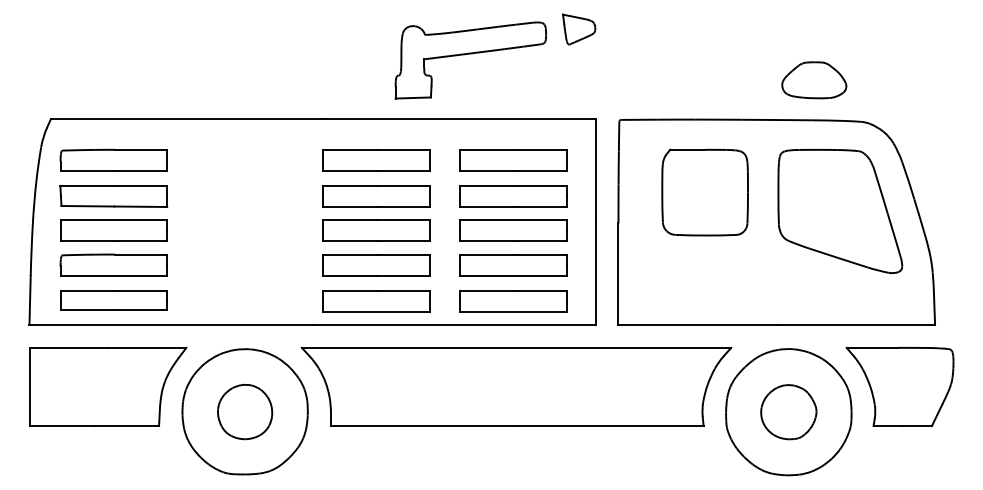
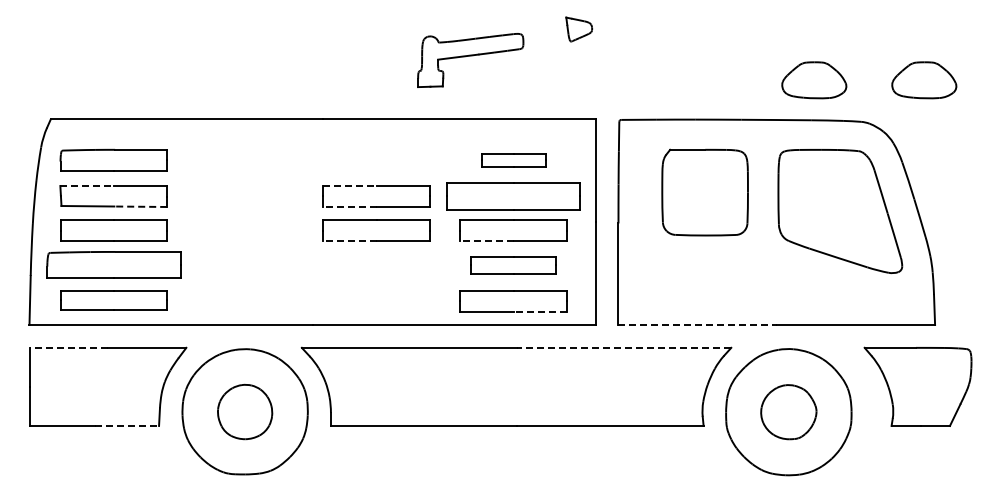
part at (579, 29) size: 35x33 px -> 28x27 px
part at (470, 60) size: 153x79 px -> 108x55 px
part at (924, 80): none -> present
part at (376, 160): present -> none
part at (513, 160) size: 109x23 px -> 66x15 px
line at (87, 186): solid -> dashed
line at (349, 186): solid -> dashed
part at (513, 196) size: 109x23 px -> 135x29 px
line at (140, 206): solid -> dashed
line at (349, 206): solid -> dashed
line at (349, 241): solid -> dashed
line at (487, 241): solid -> dashed
part at (113, 264) size: 109x24 px -> 136x28 px
part at (376, 265): present -> none
part at (513, 265) size: 109x23 px -> 87x19 px
part at (376, 301): present -> none
line at (540, 311): solid -> dashed
line at (698, 325): solid -> dashed
line at (68, 347): solid -> dashed
line at (623, 347): solid -> dashed
part at (899, 386) position: (899, 386) -> (917, 386)
line at (127, 425): solid -> dashed
